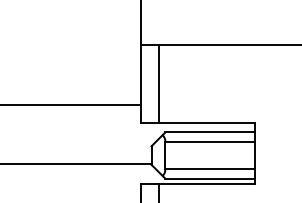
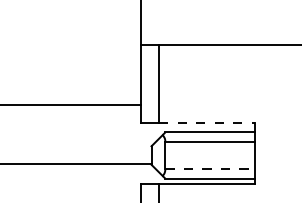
line at (207, 122): solid -> dashed
line at (210, 169): solid -> dashed
